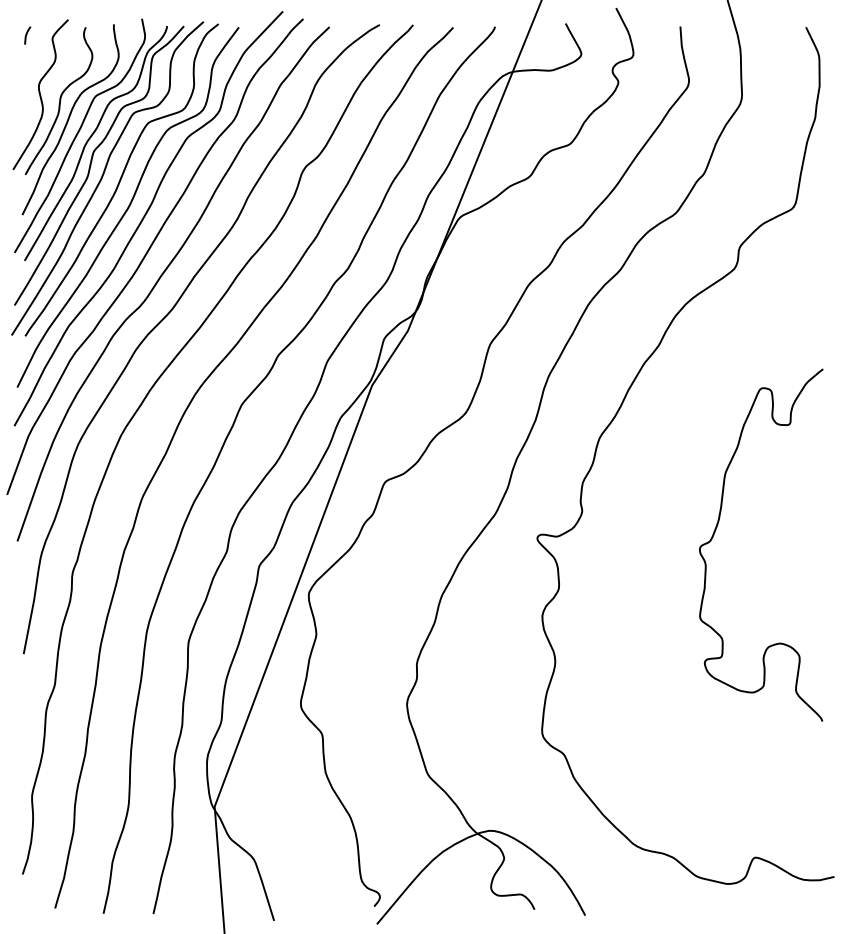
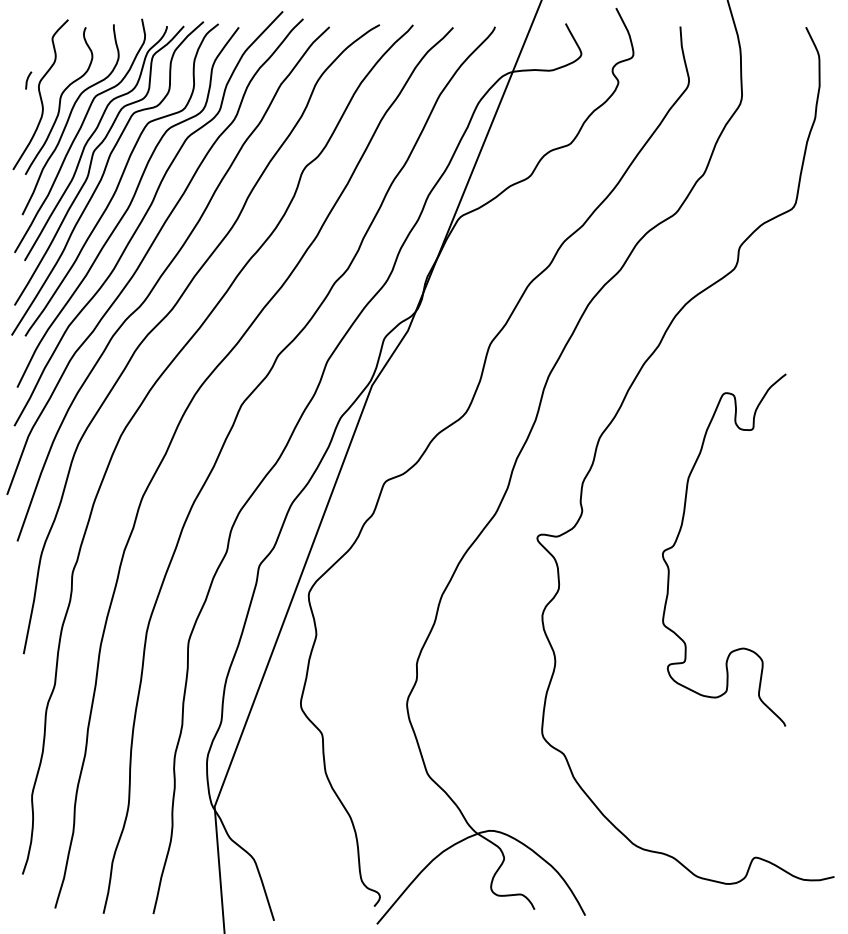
line at (27, 35) position: (27, 35) -> (28, 80)
curve at (716, 530) position: (716, 530) -> (679, 535)
